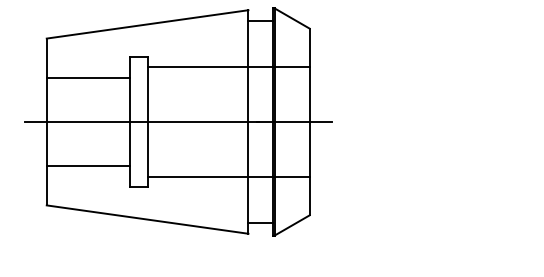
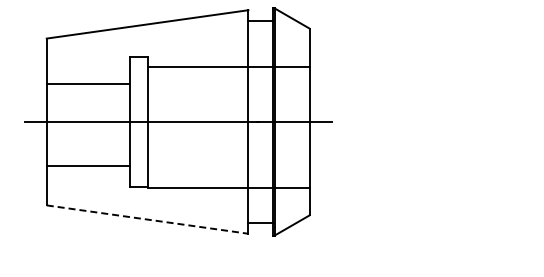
line at (88, 78) position: (88, 78) -> (88, 84)
line at (228, 176) position: (228, 176) -> (228, 187)
line at (147, 219): solid -> dashed
